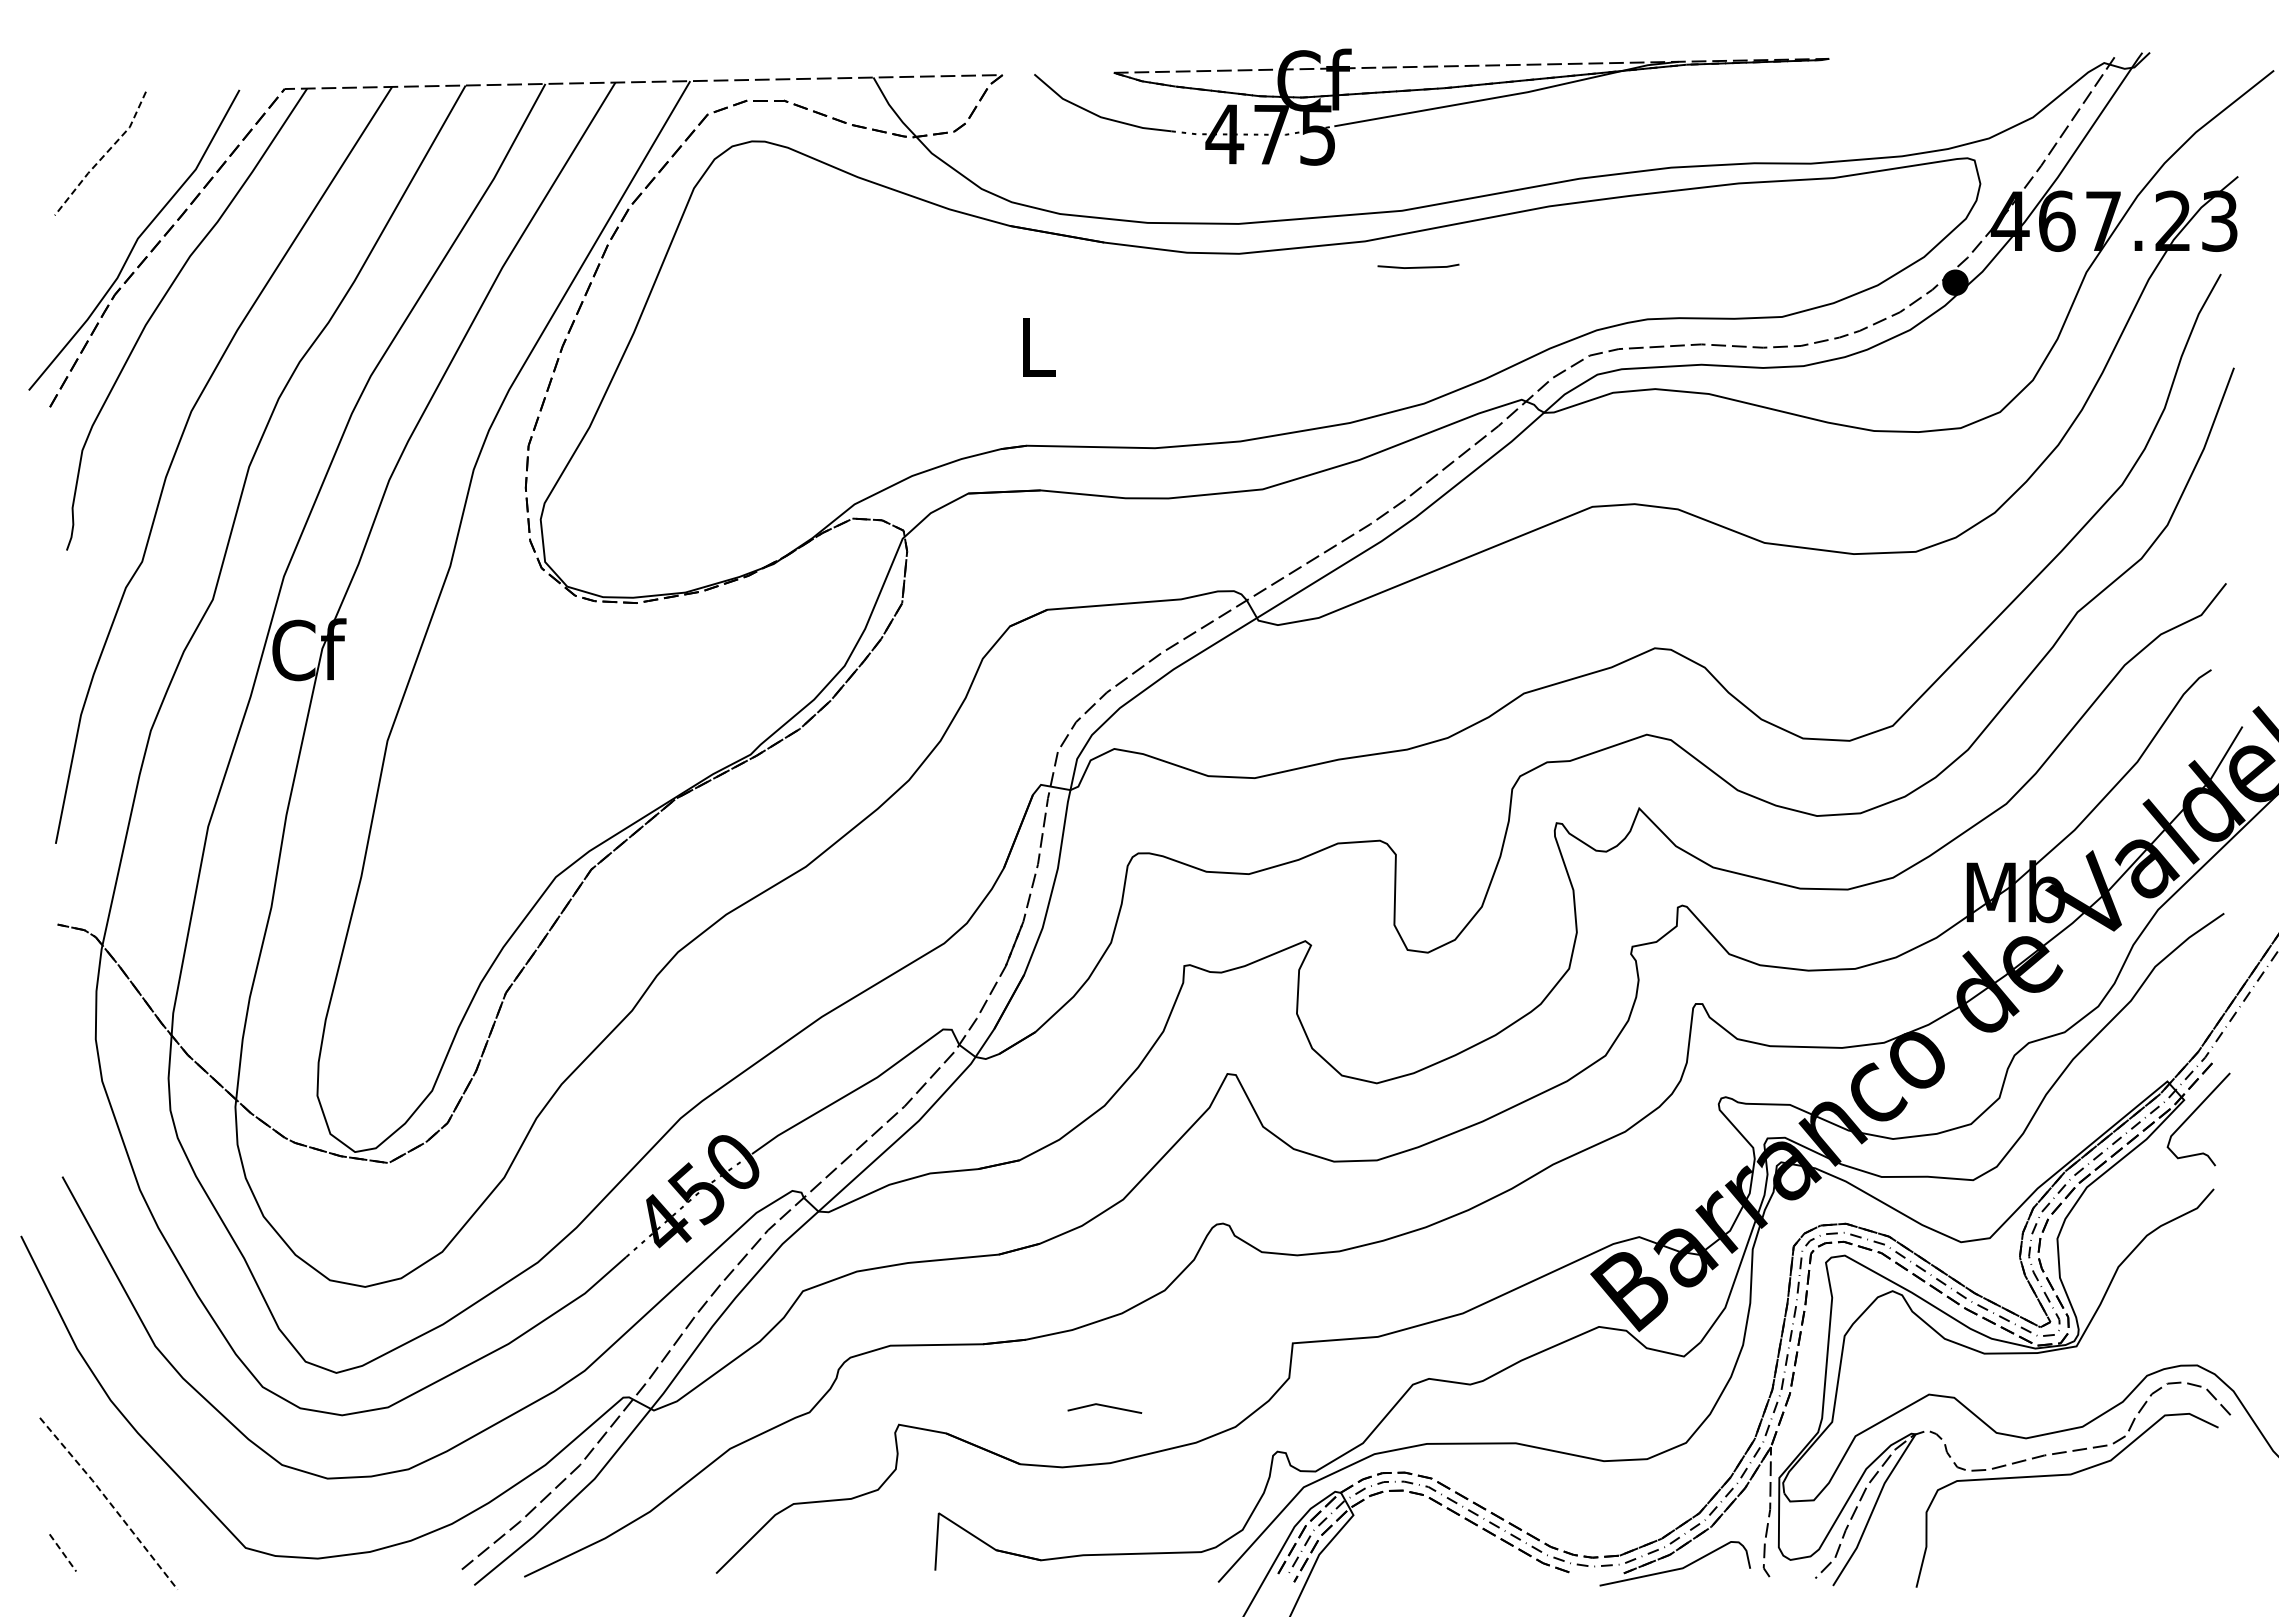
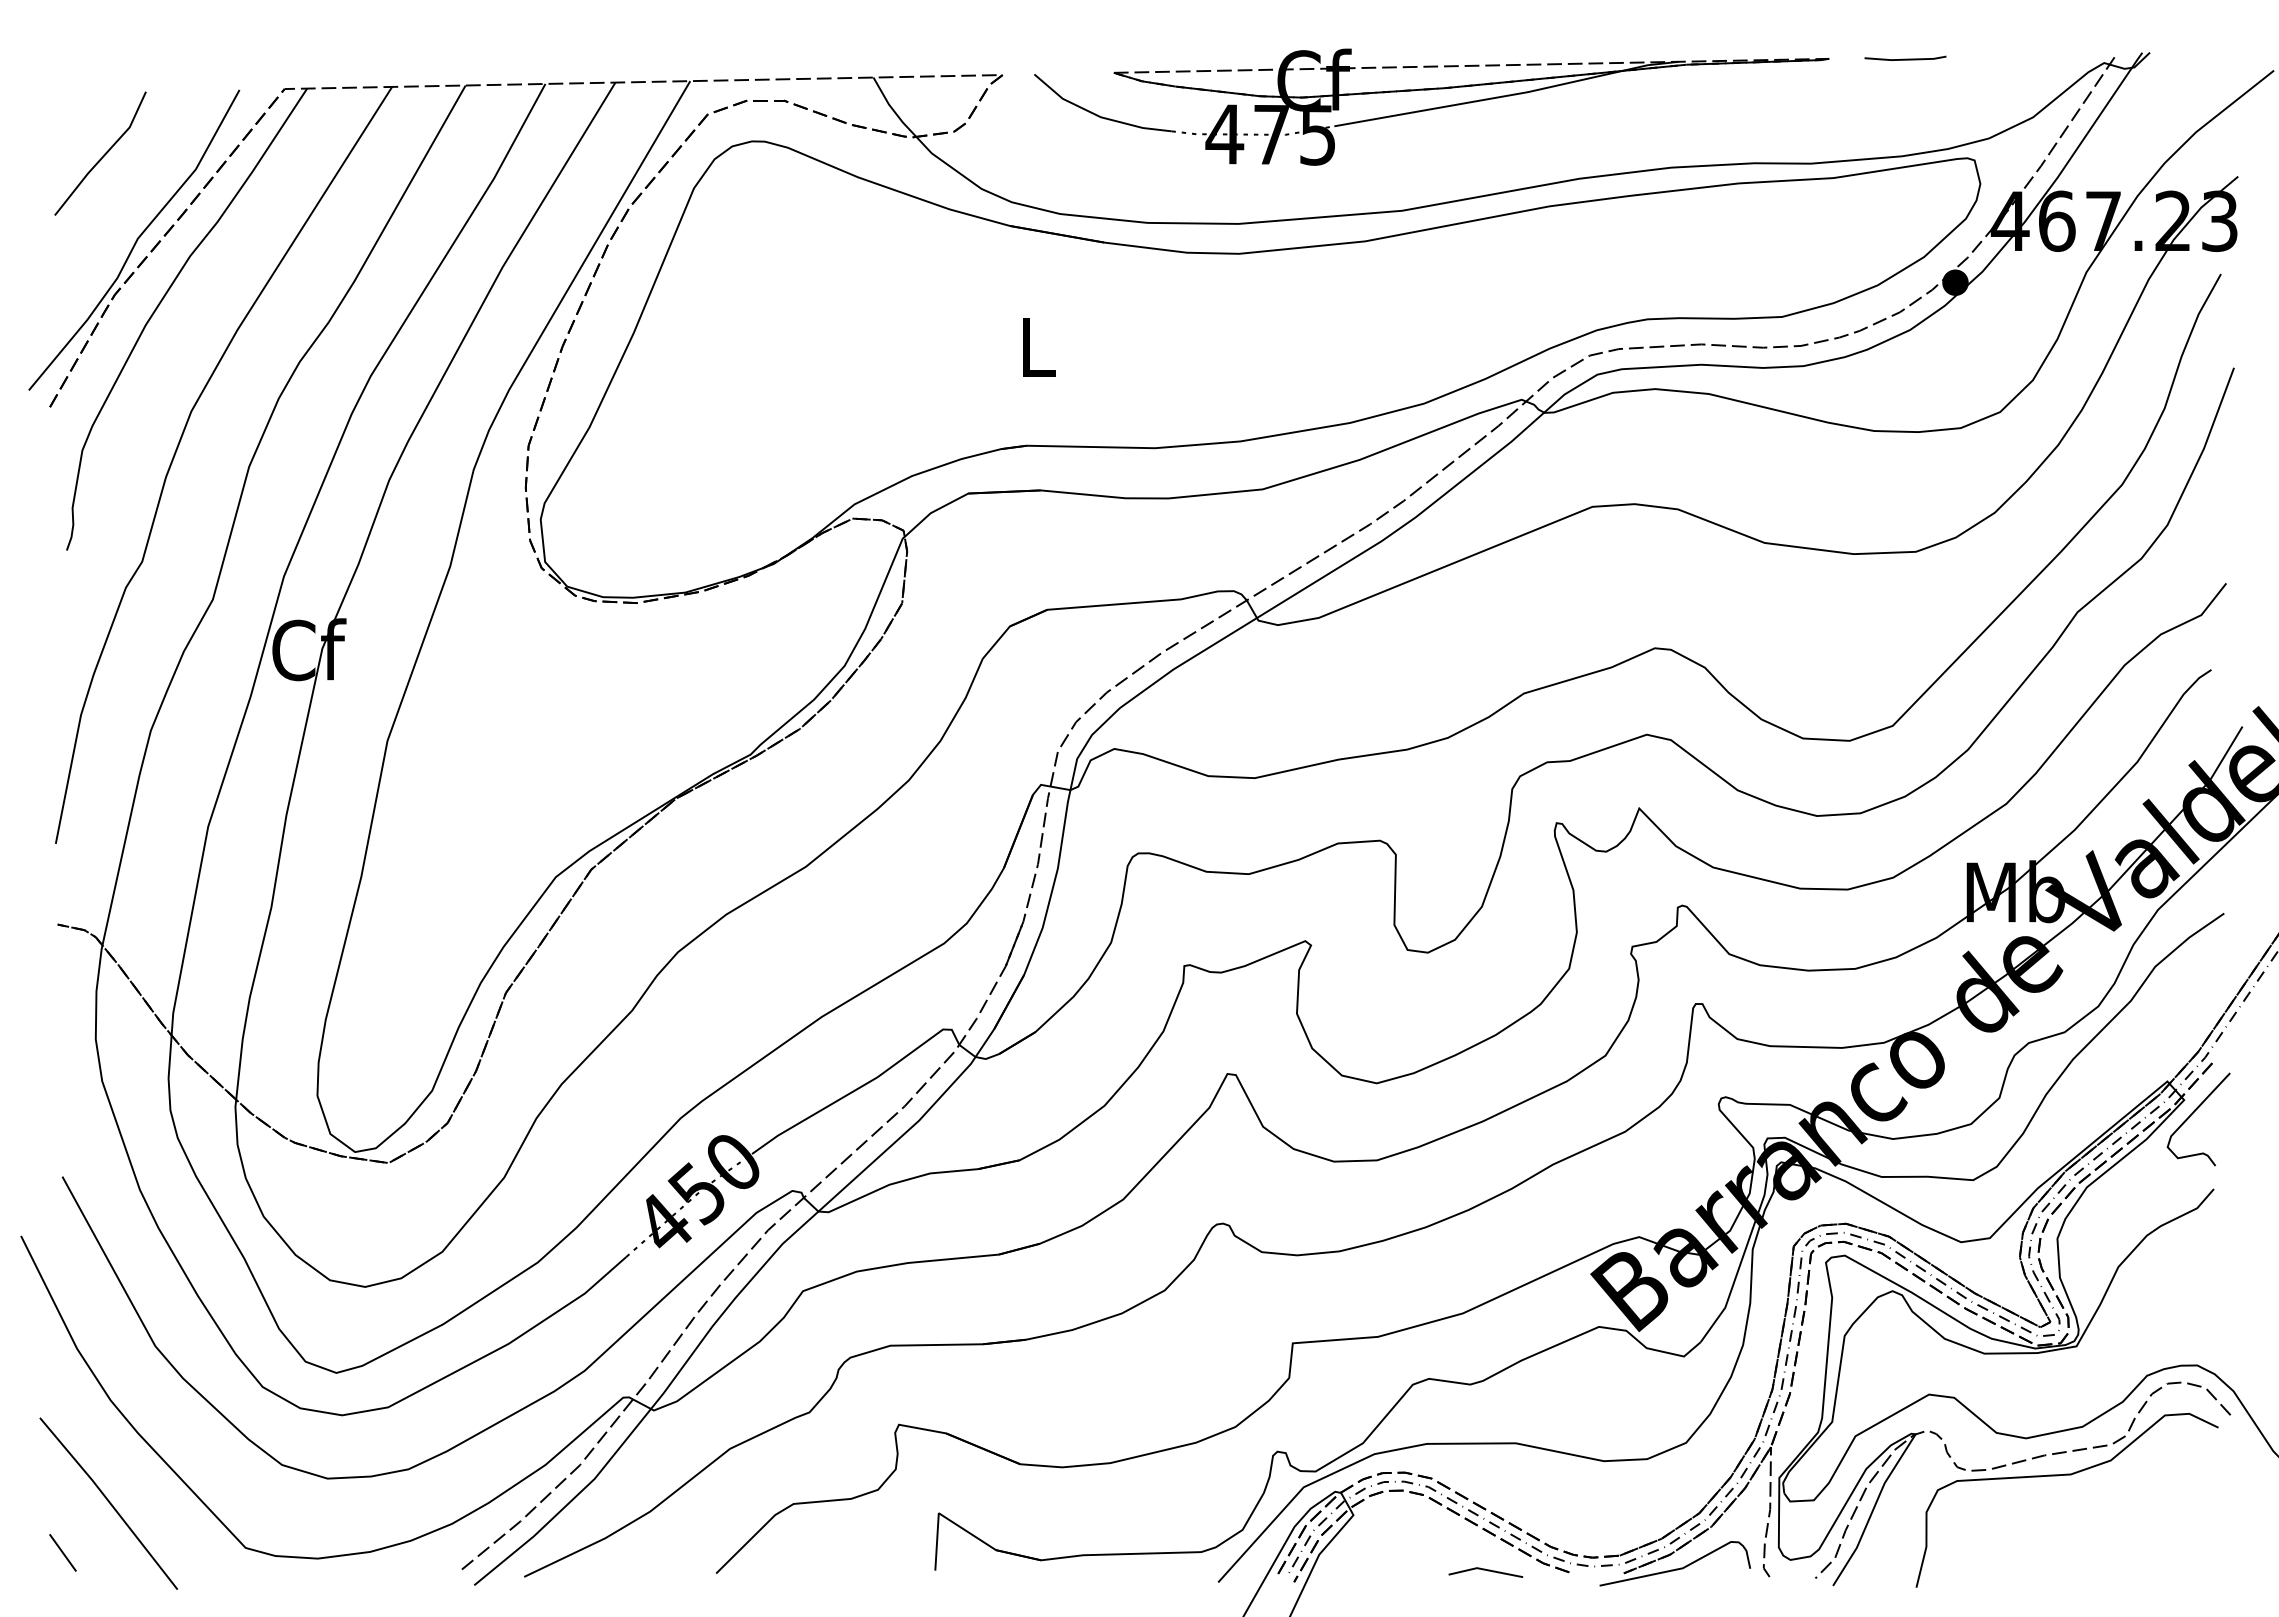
line at (104, 155): dashed -> solid
line at (1418, 266) position: (1418, 266) -> (1905, 58)
line at (1104, 1406) position: (1104, 1406) -> (1485, 1570)
line at (109, 1502): dashed -> solid
line at (63, 1552): dashed -> solid
